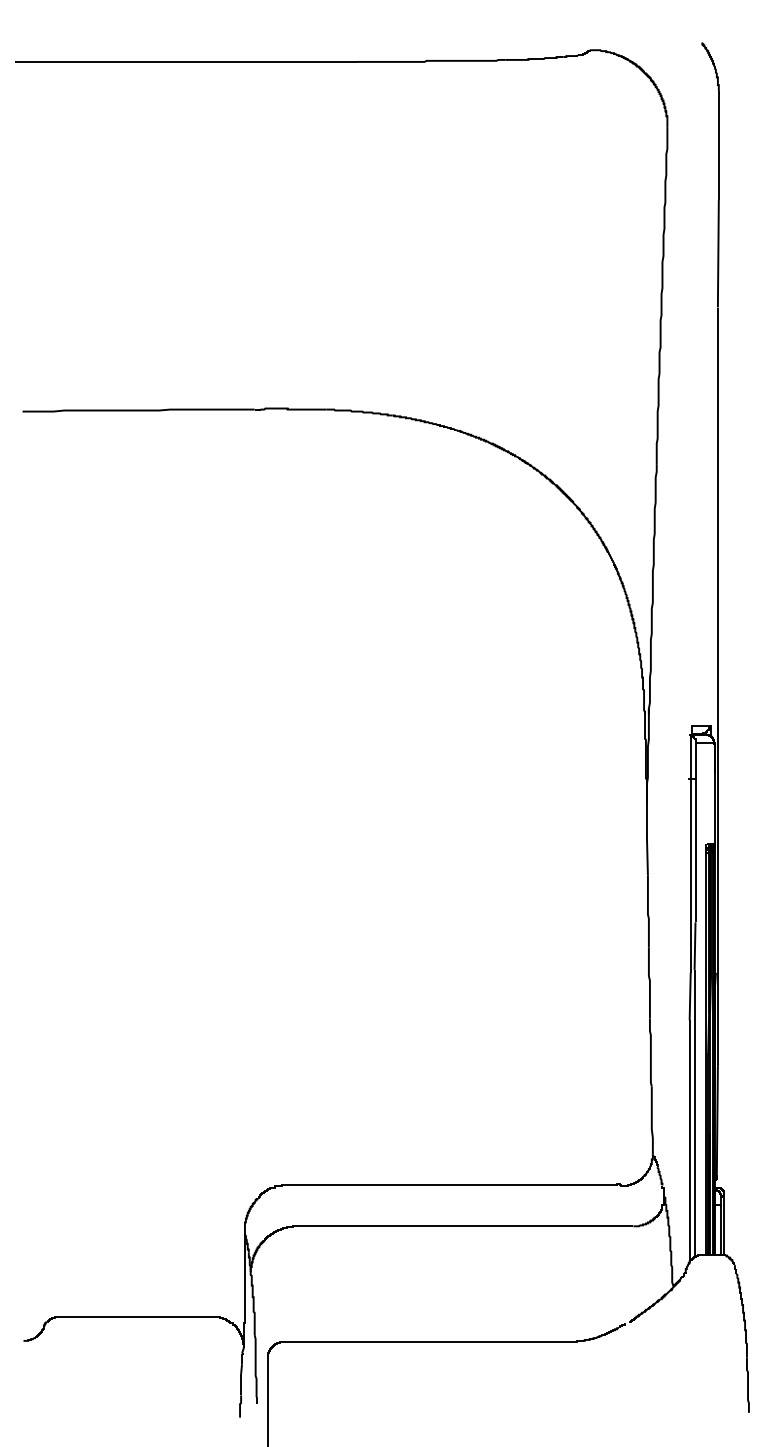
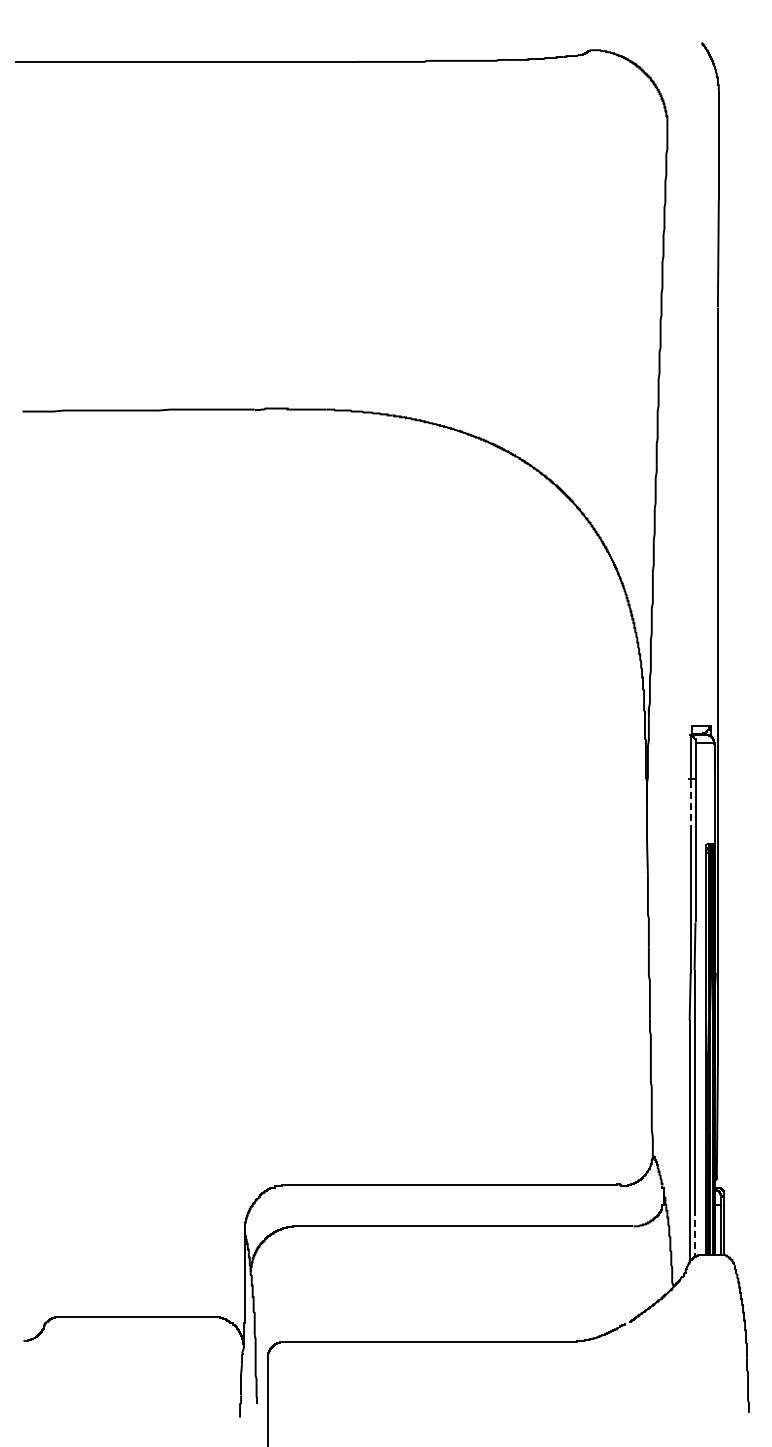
line at (690, 804): solid -> dashed
line at (694, 1233): solid -> dashed
